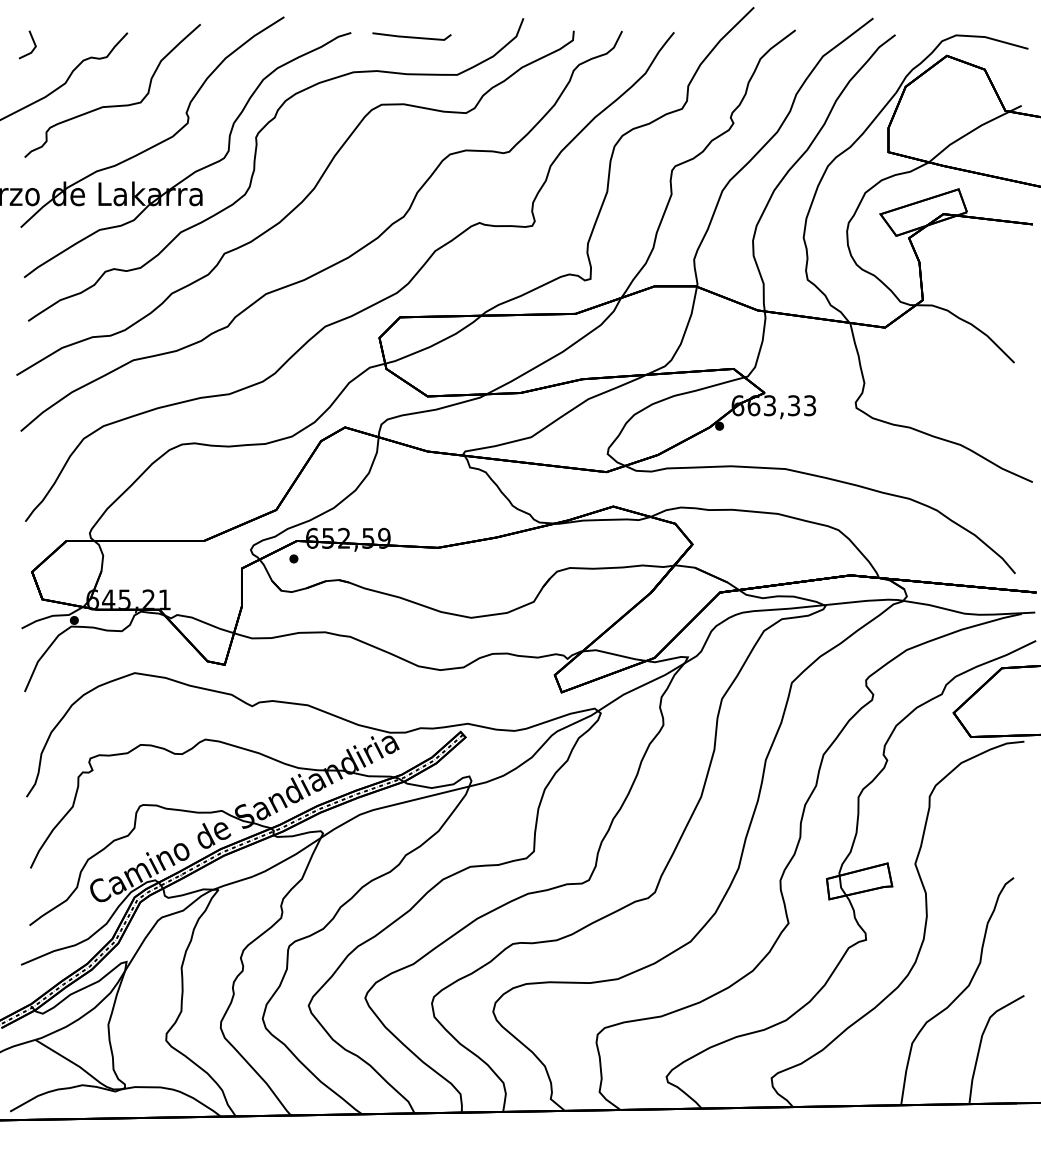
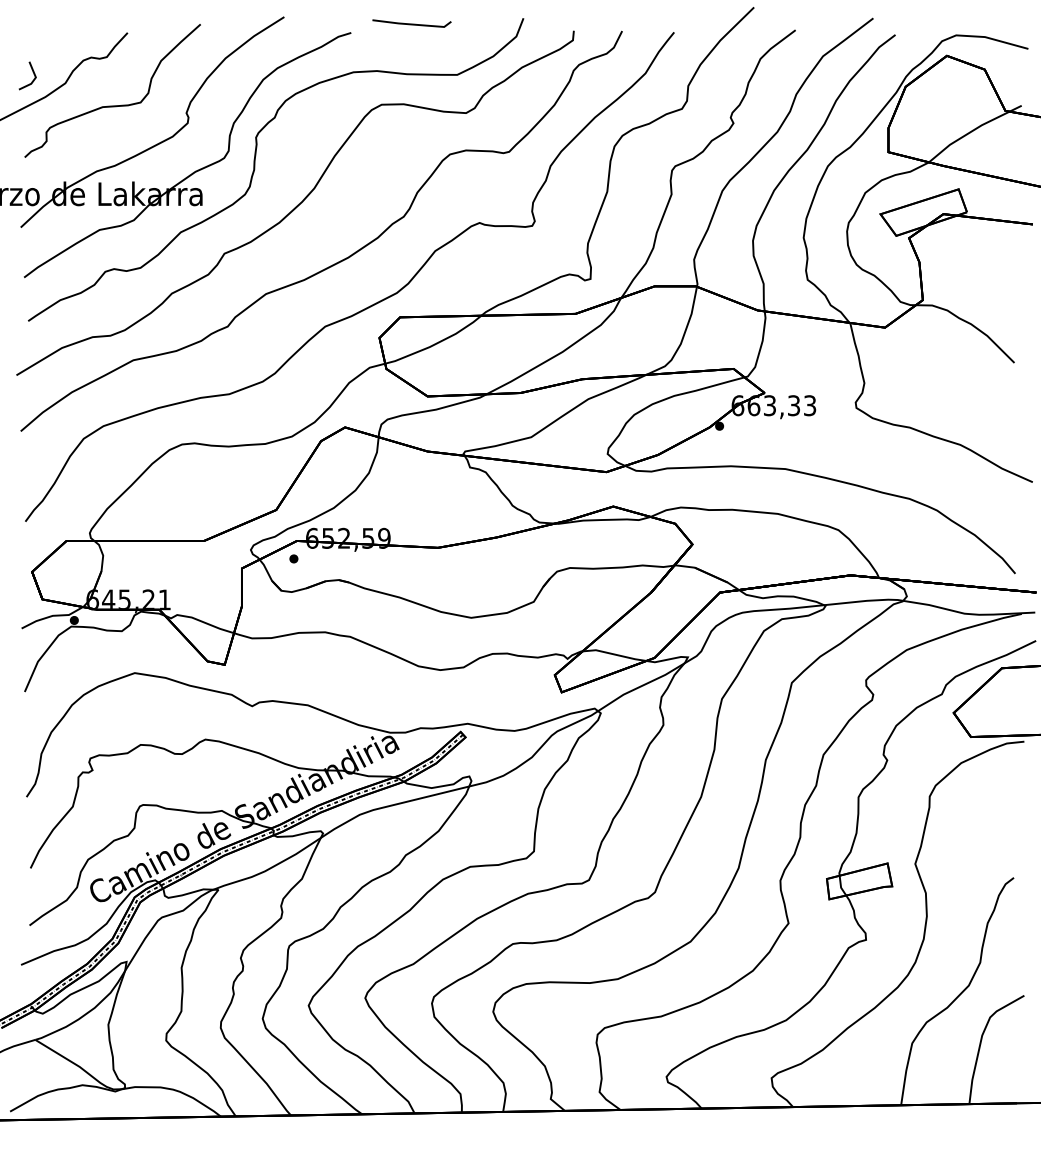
line at (411, 36) position: (411, 36) -> (411, 23)
line at (32, 41) position: (32, 41) -> (32, 72)
